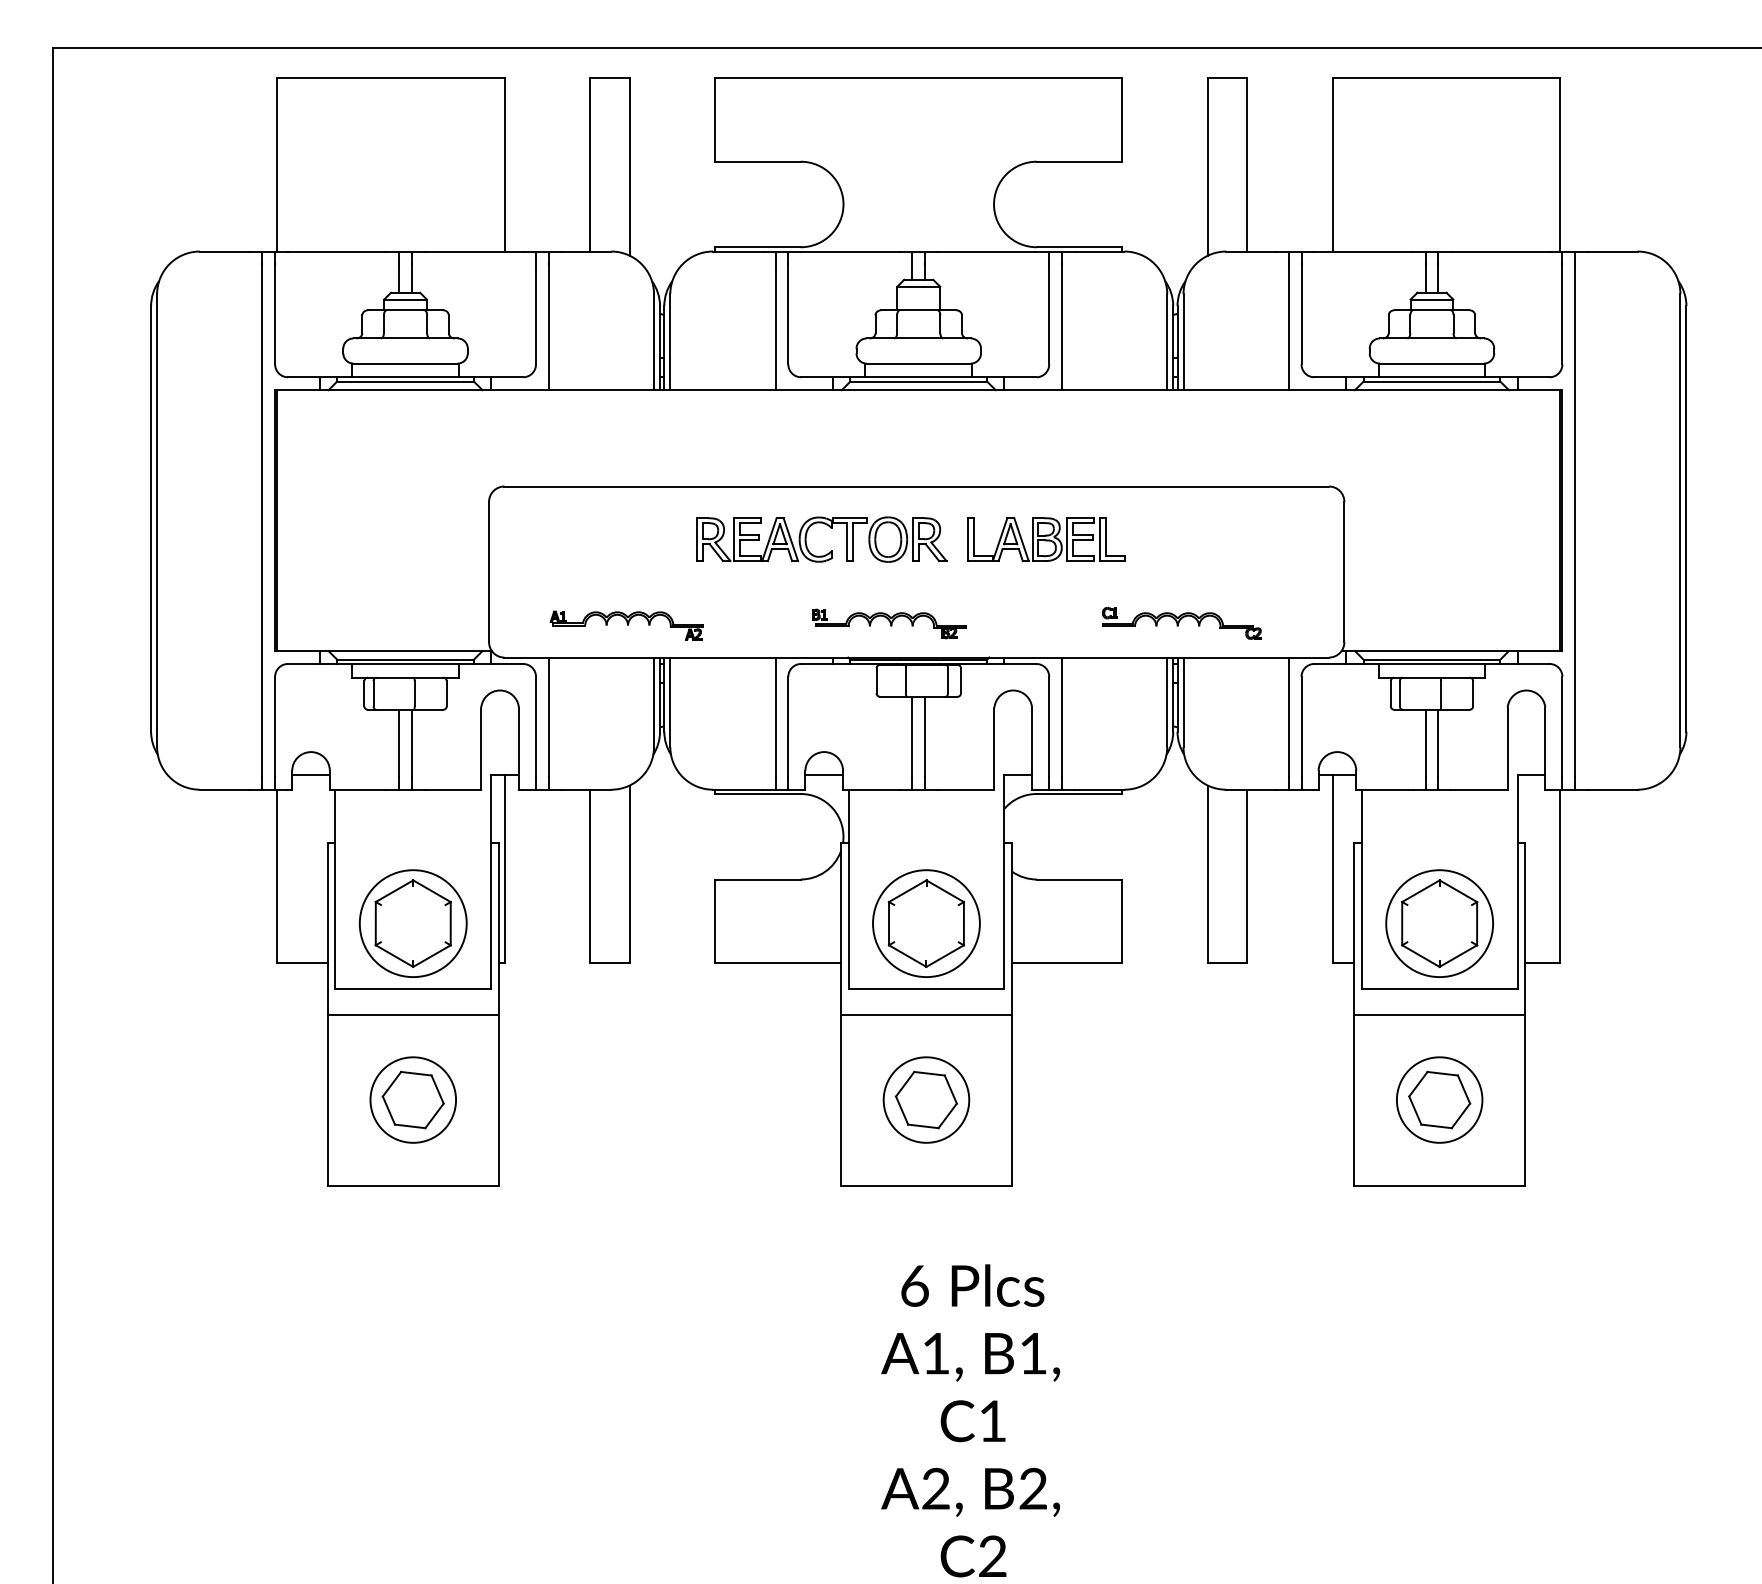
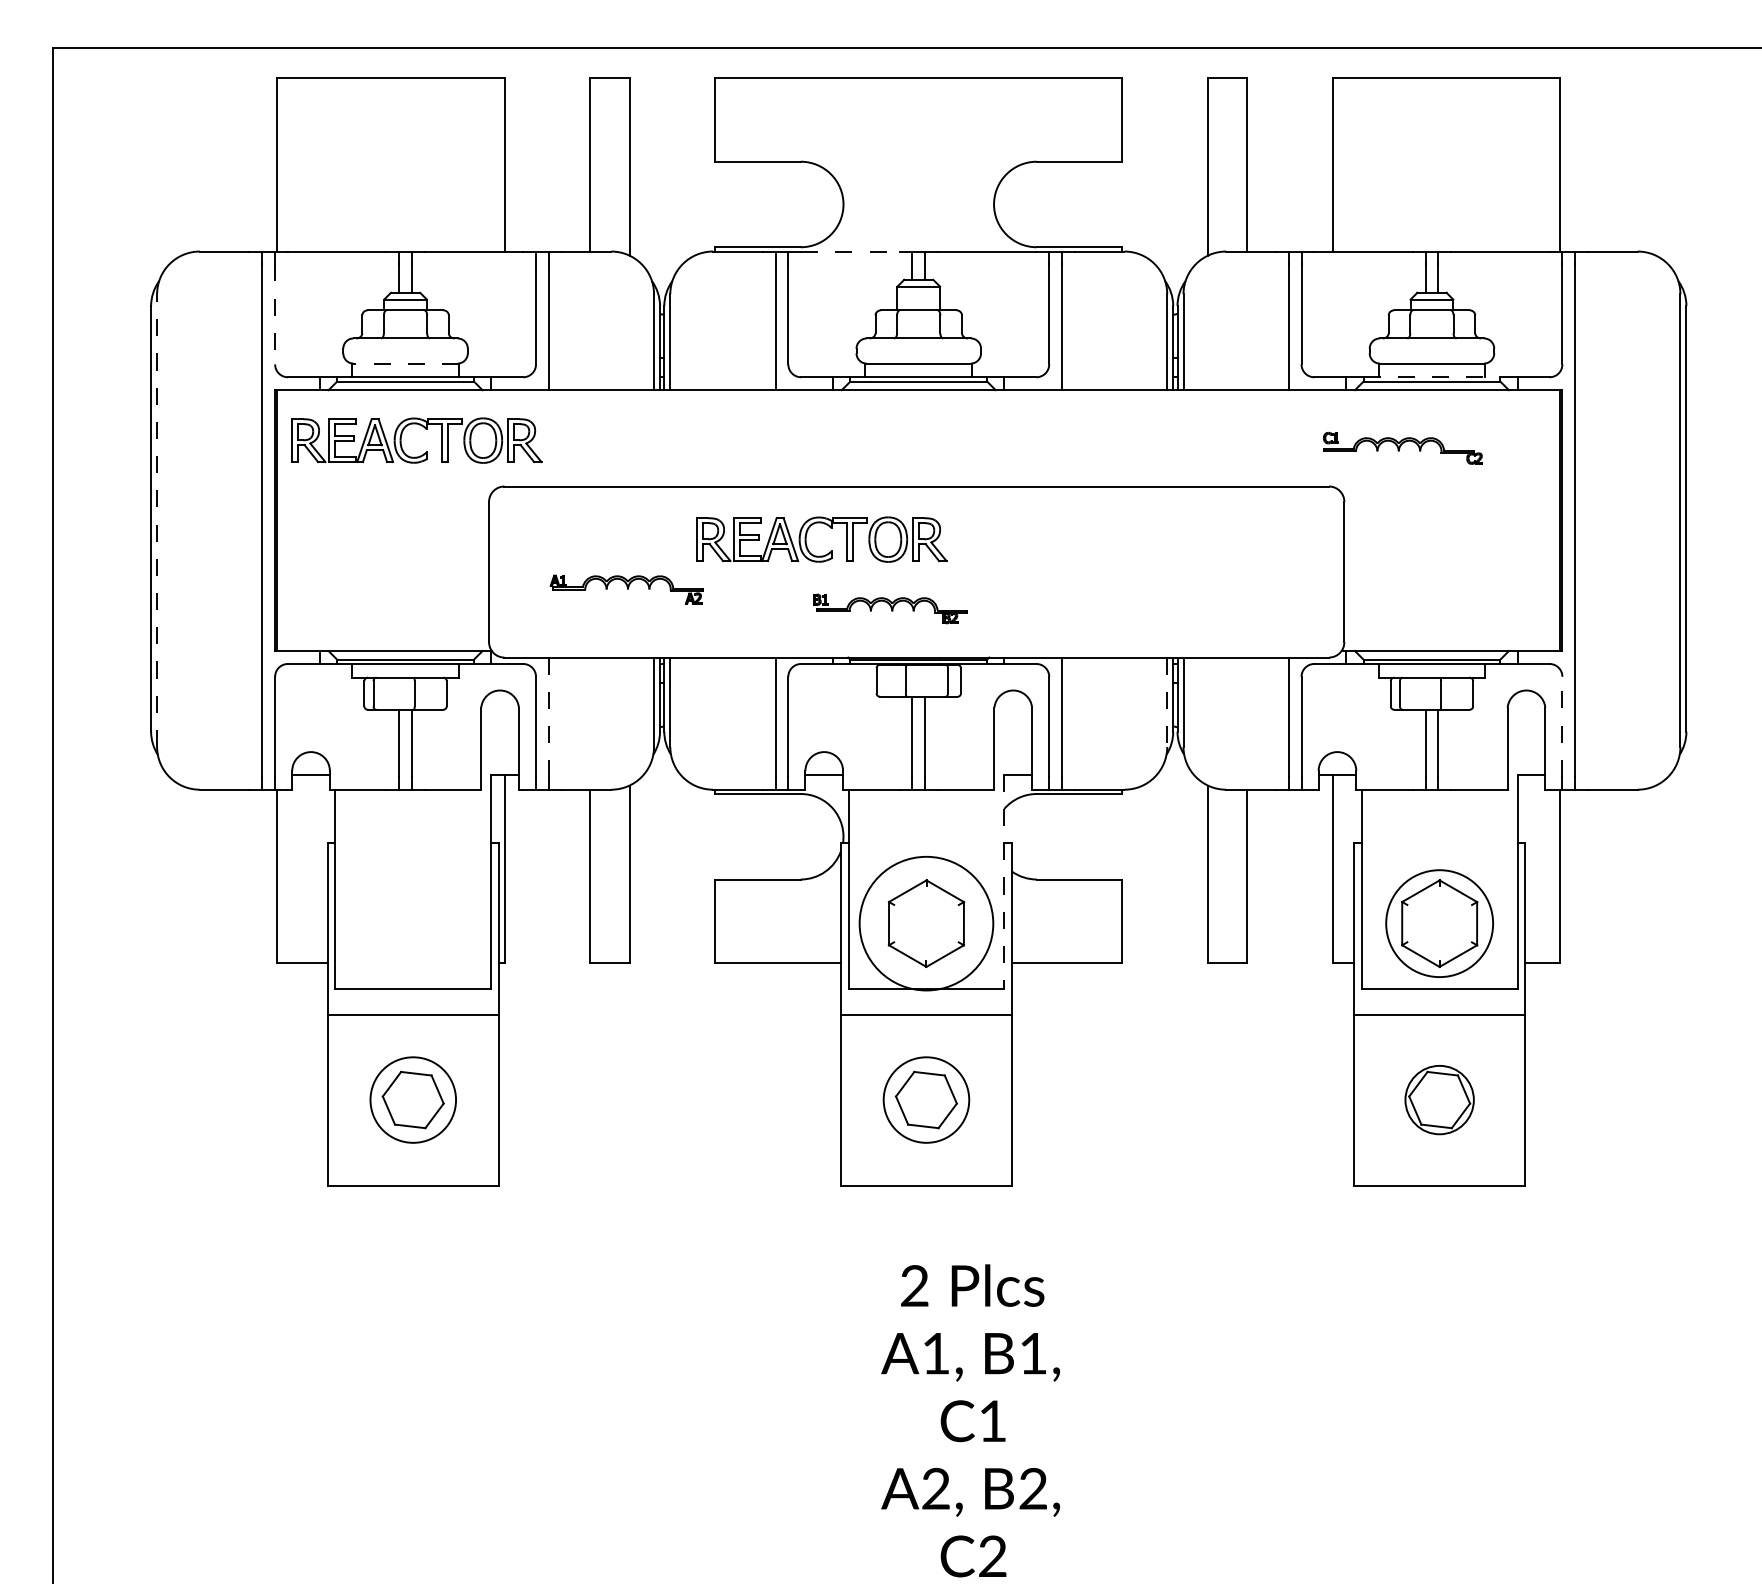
line at (850, 251): solid -> dashed
line at (275, 314): solid -> dashed
line at (405, 363): solid -> dashed
line at (1432, 377): solid -> dashed
part at (425, 429): none -> present
line at (157, 520): solid -> dashed
part at (1046, 539): present -> none
part at (1181, 622) position: (1181, 622) -> (1402, 447)
part at (889, 623) position: (889, 623) -> (890, 608)
part at (626, 625) position: (626, 625) -> (626, 589)
line at (1167, 702): solid -> dashed
line at (548, 717): solid -> dashed
line at (1562, 726): solid -> dashed
line at (1004, 881): solid -> dashed
part at (412, 923): present -> none
circle at (926, 923) diameter: 107 px -> 134 px
circle at (1439, 1099) diameter: 86 px -> 68 px
text at (914, 1285): 6 -> 2
